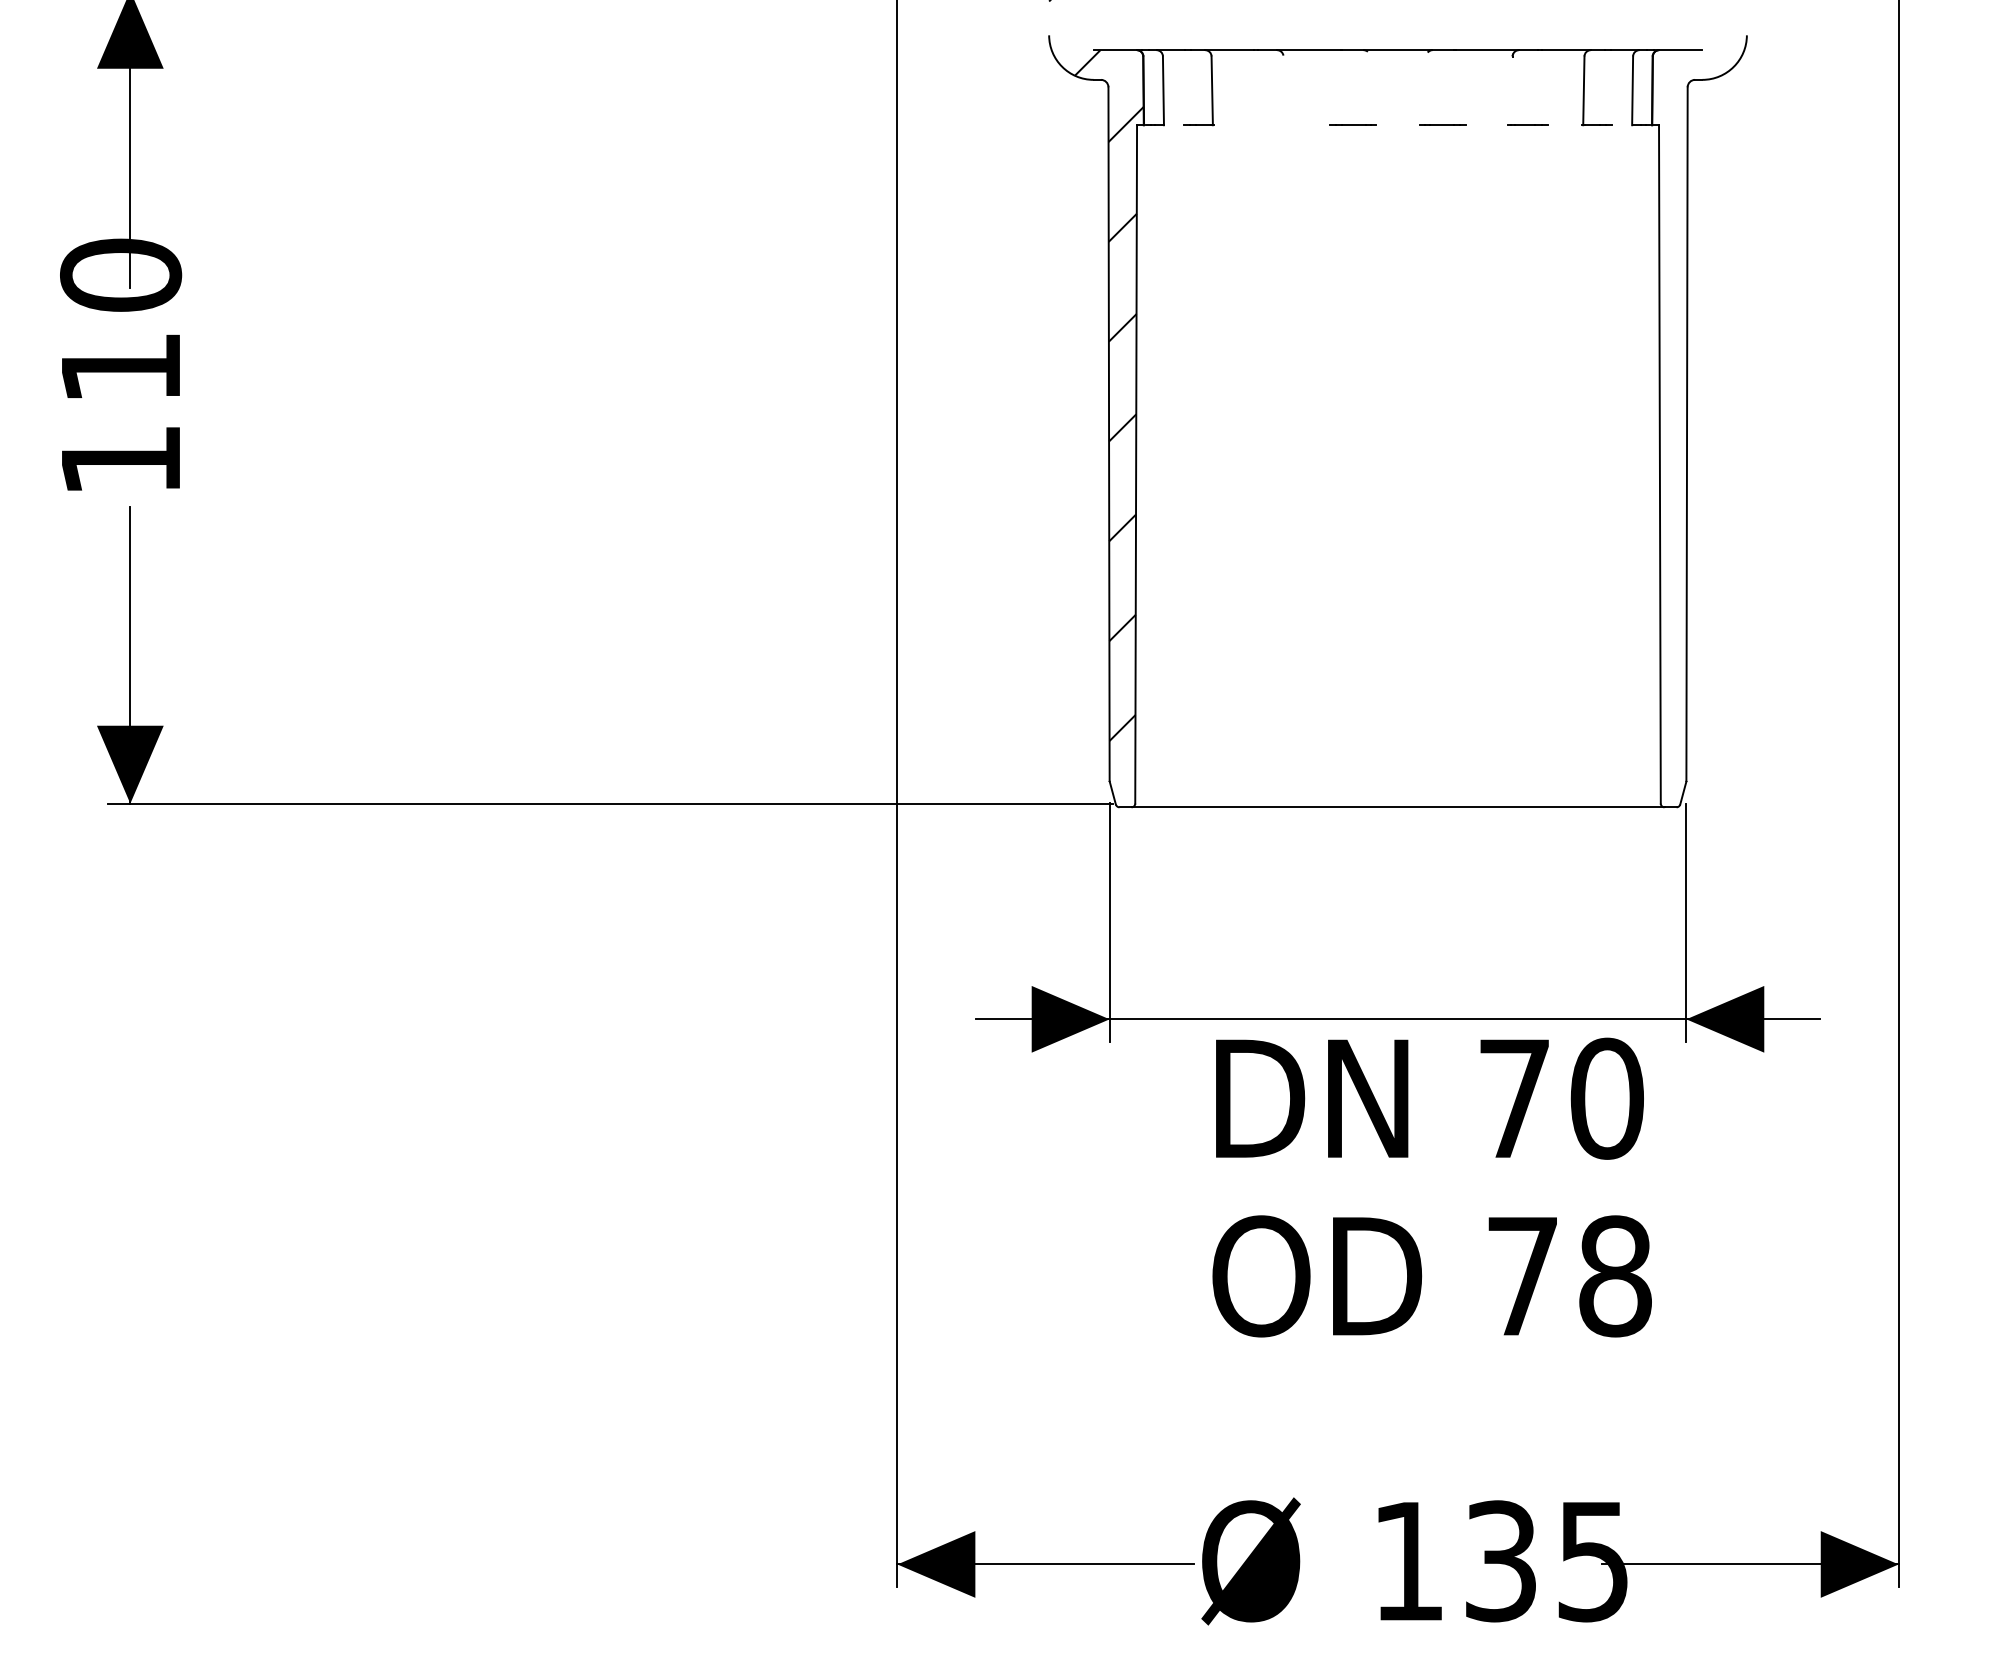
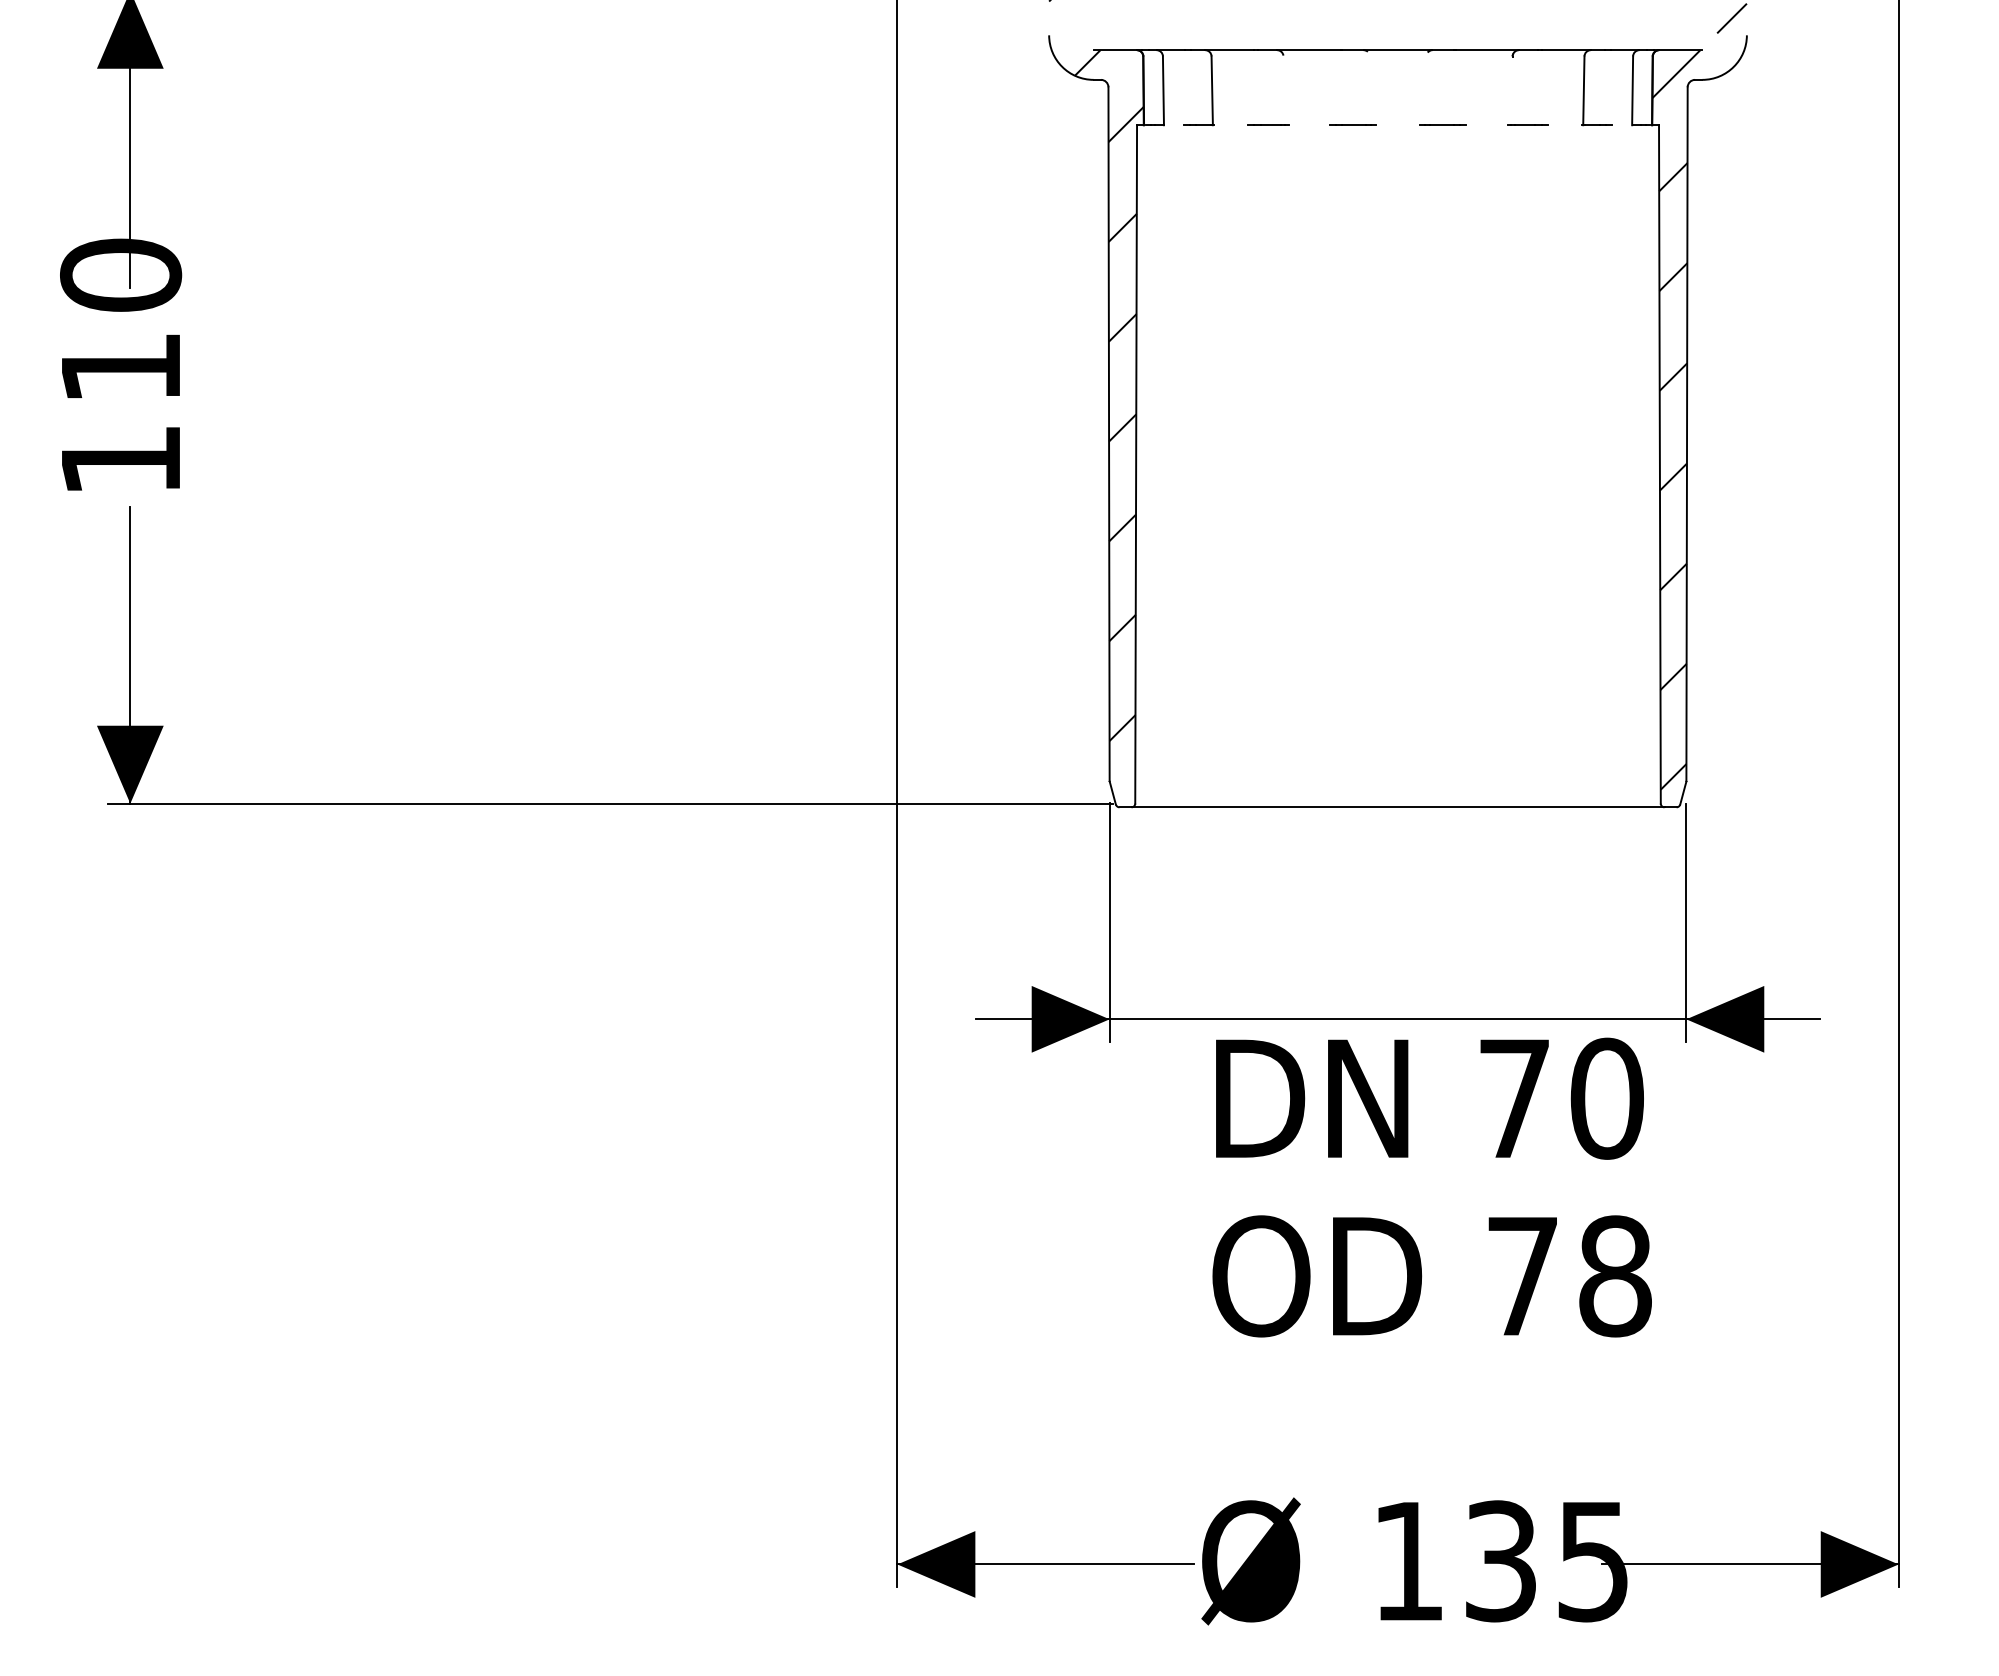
line at (1268, 124): none -> present
hatch at (1699, 396): none -> present
